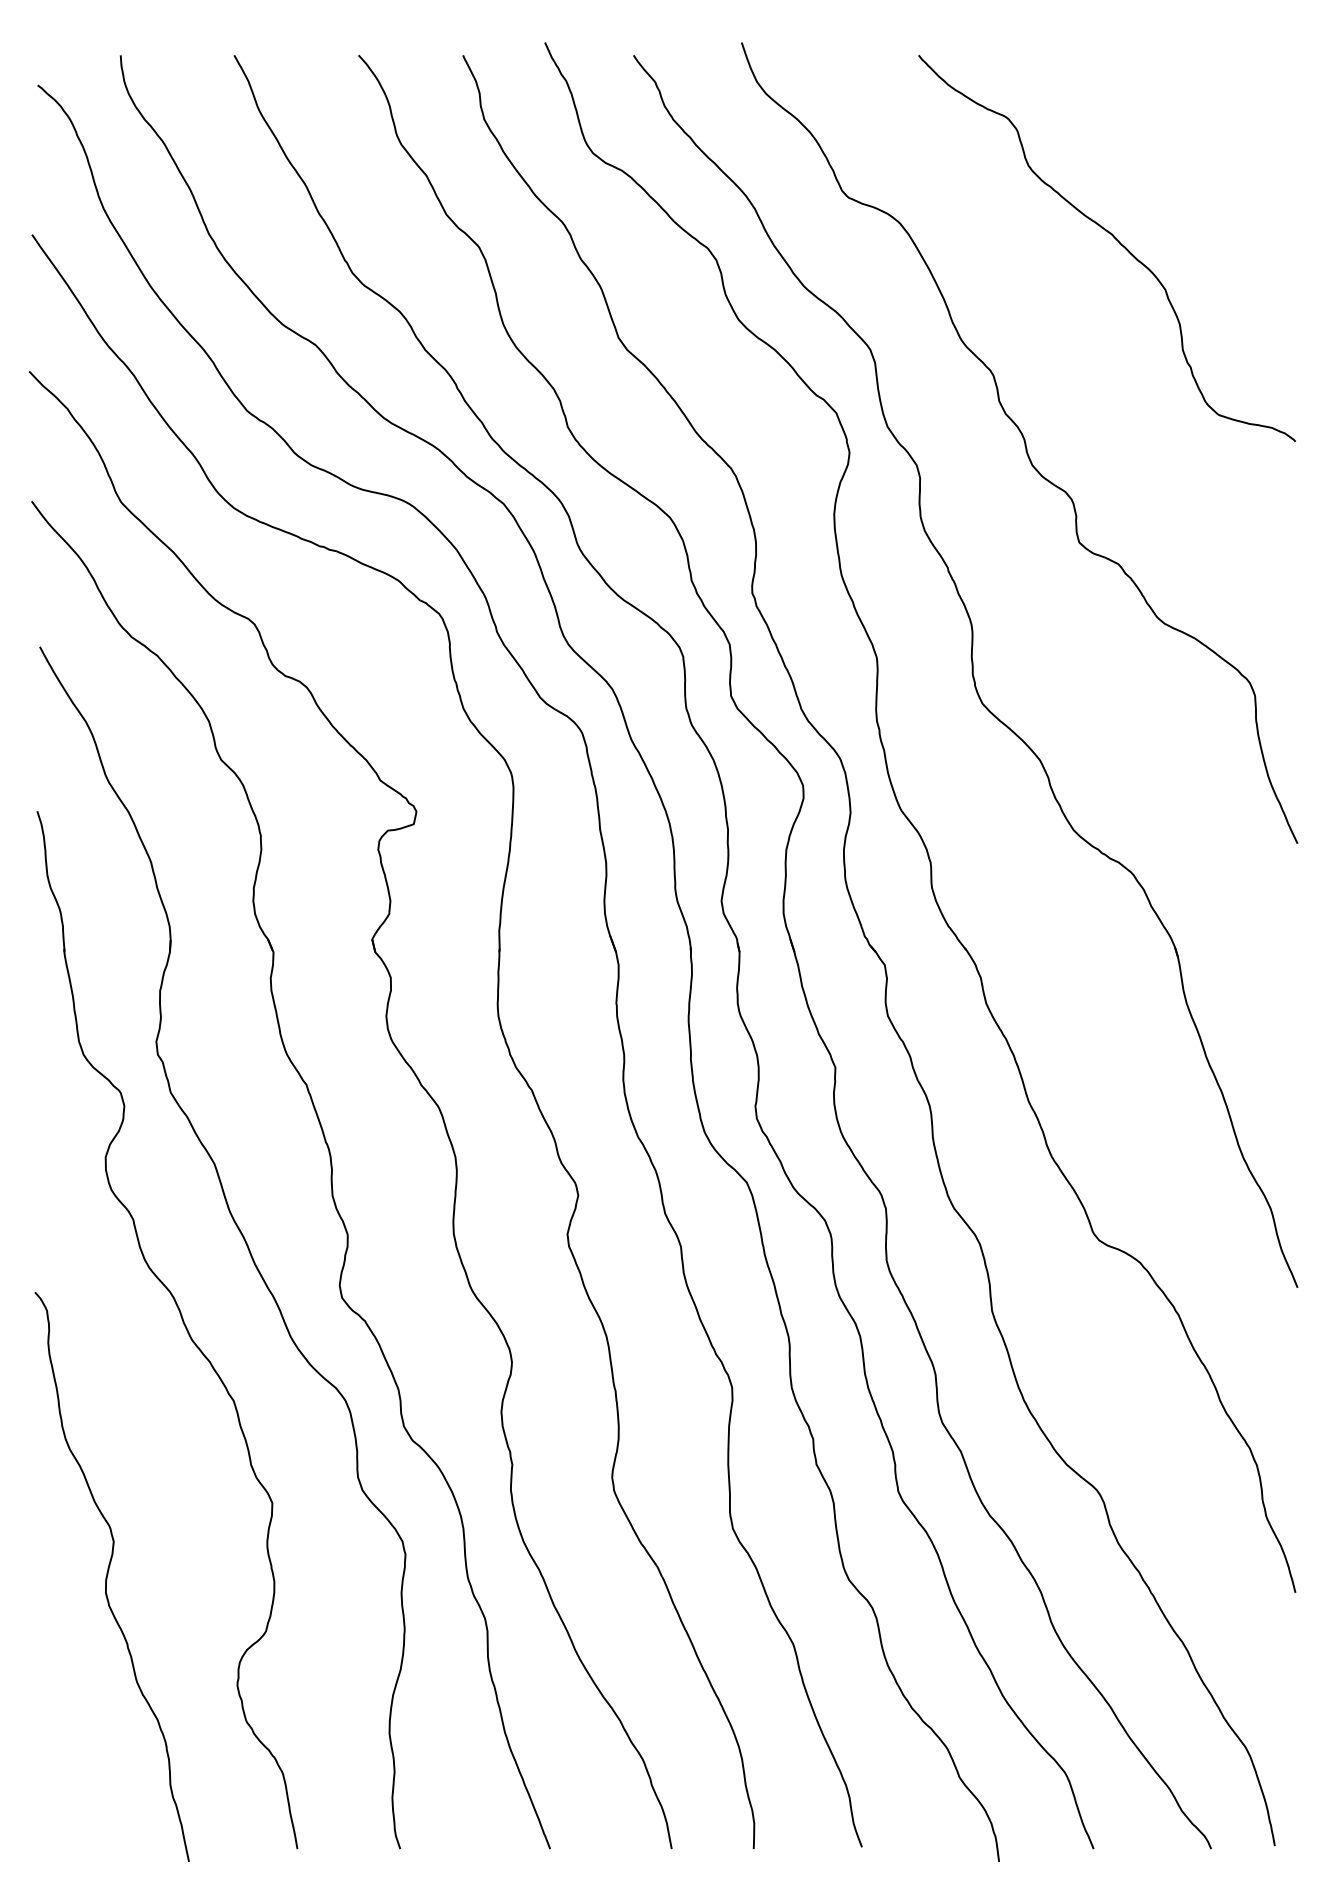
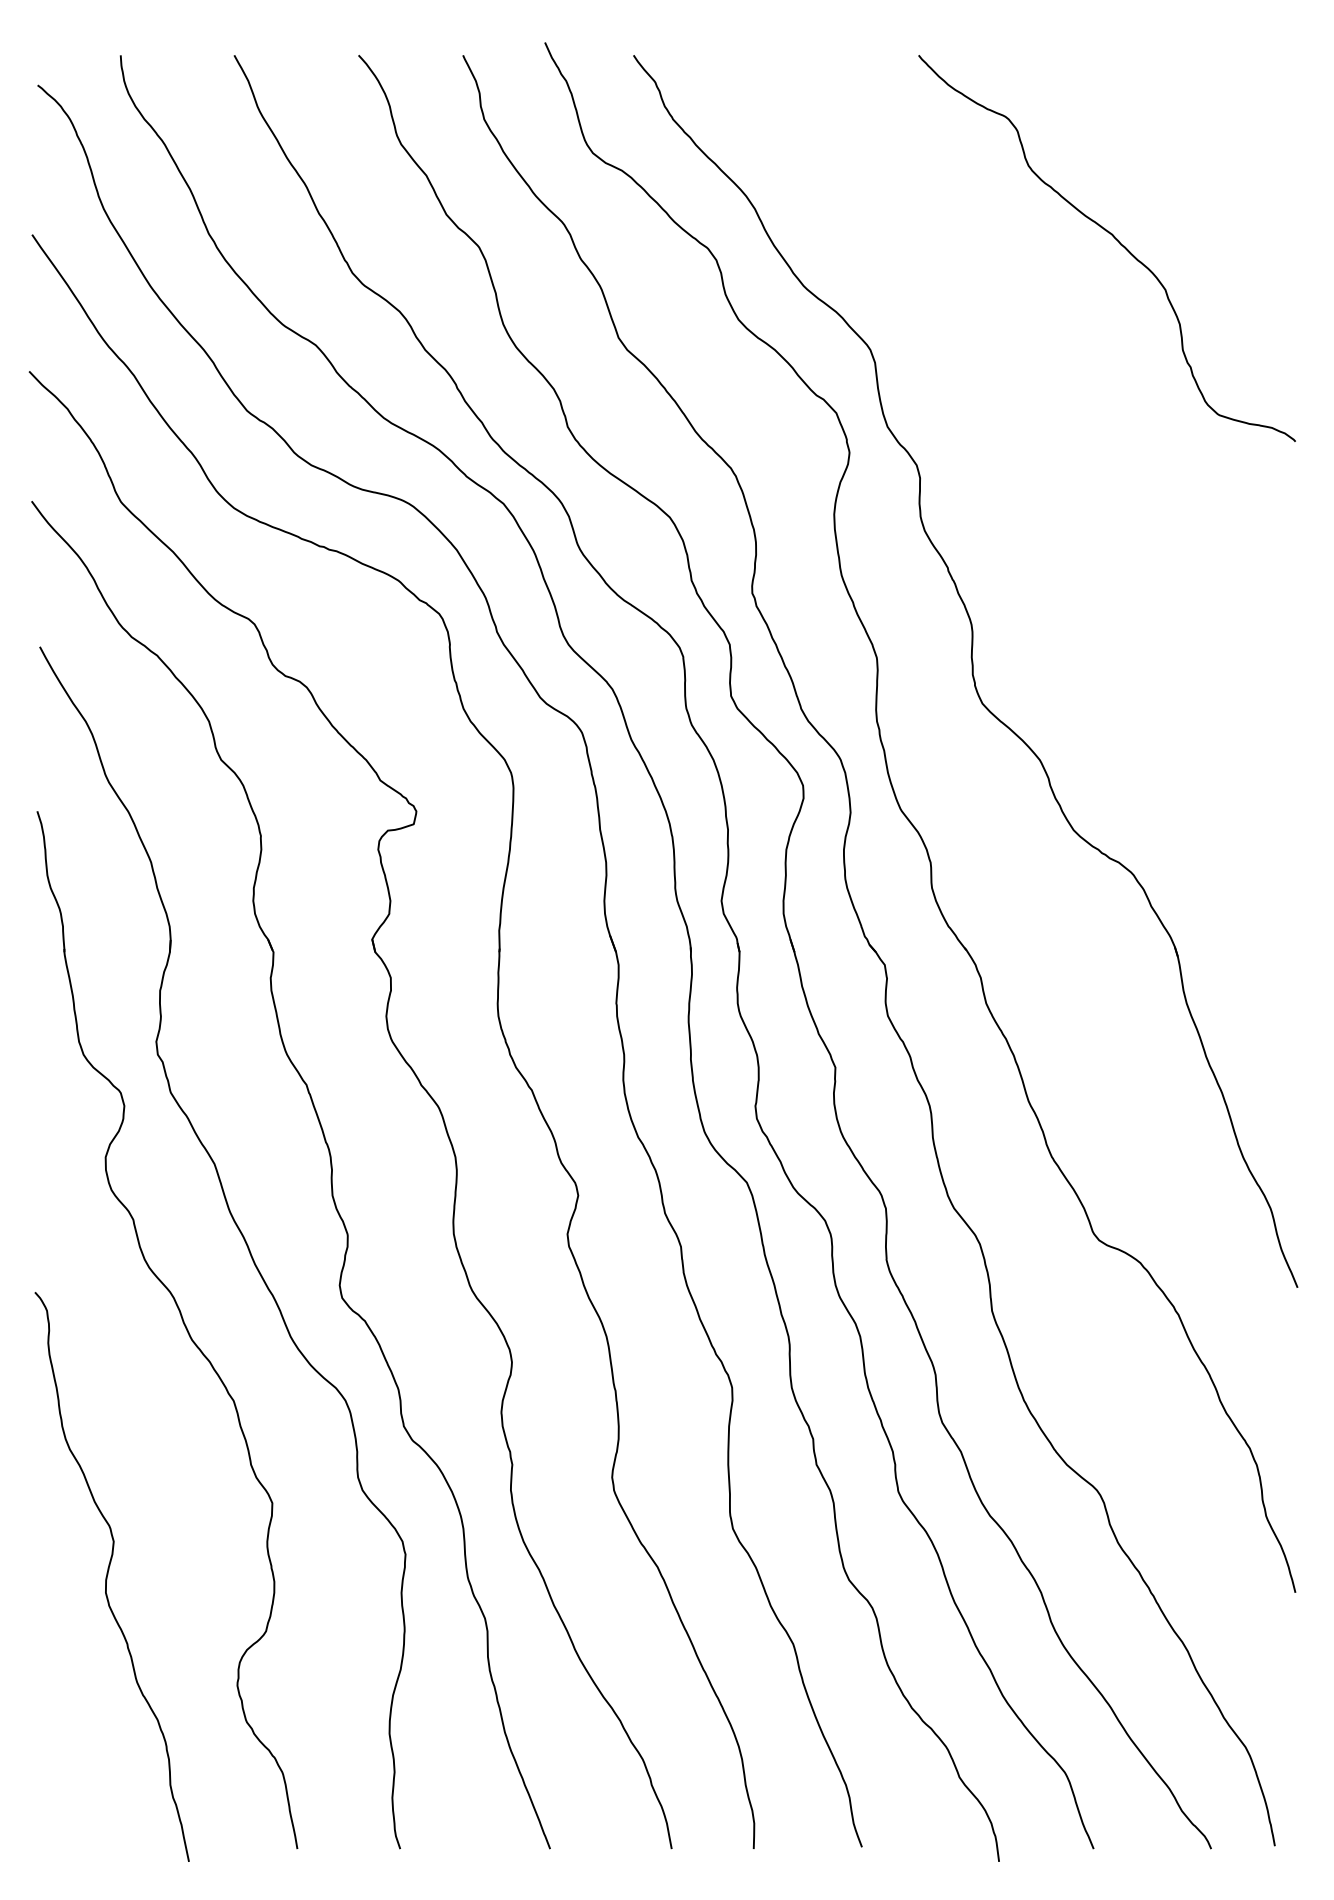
curve at (1023, 441): present -> none
